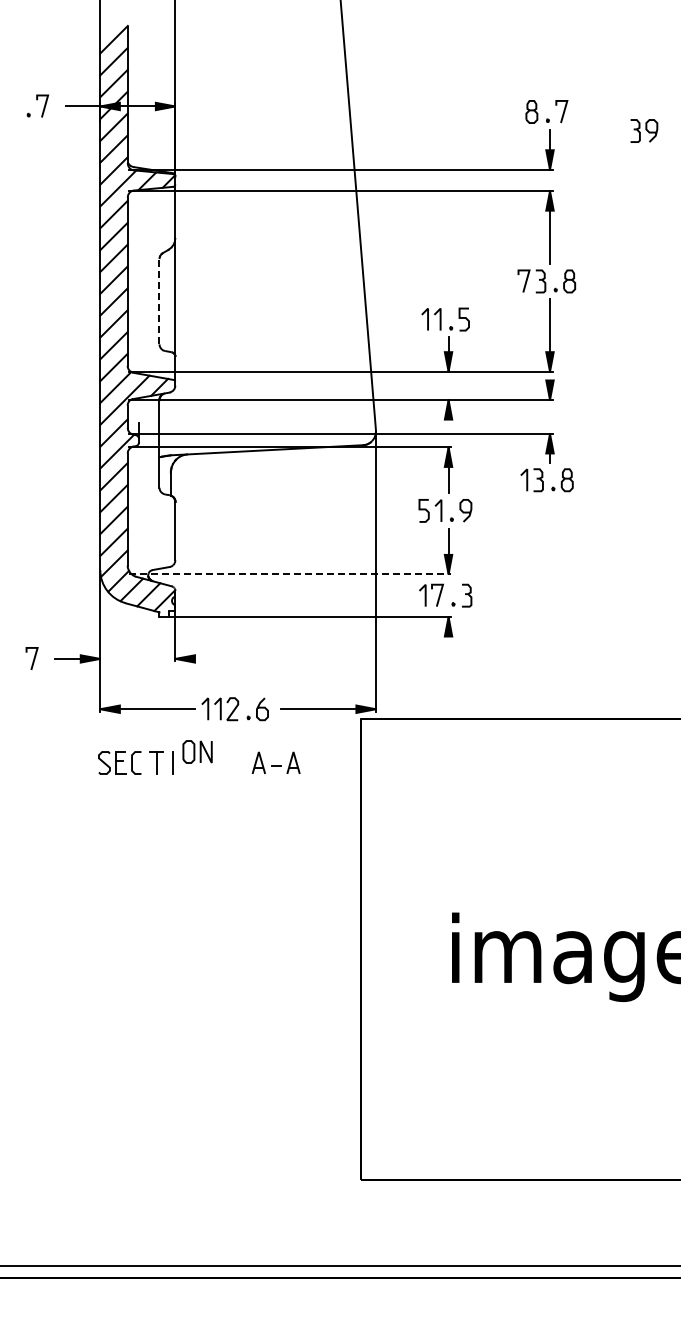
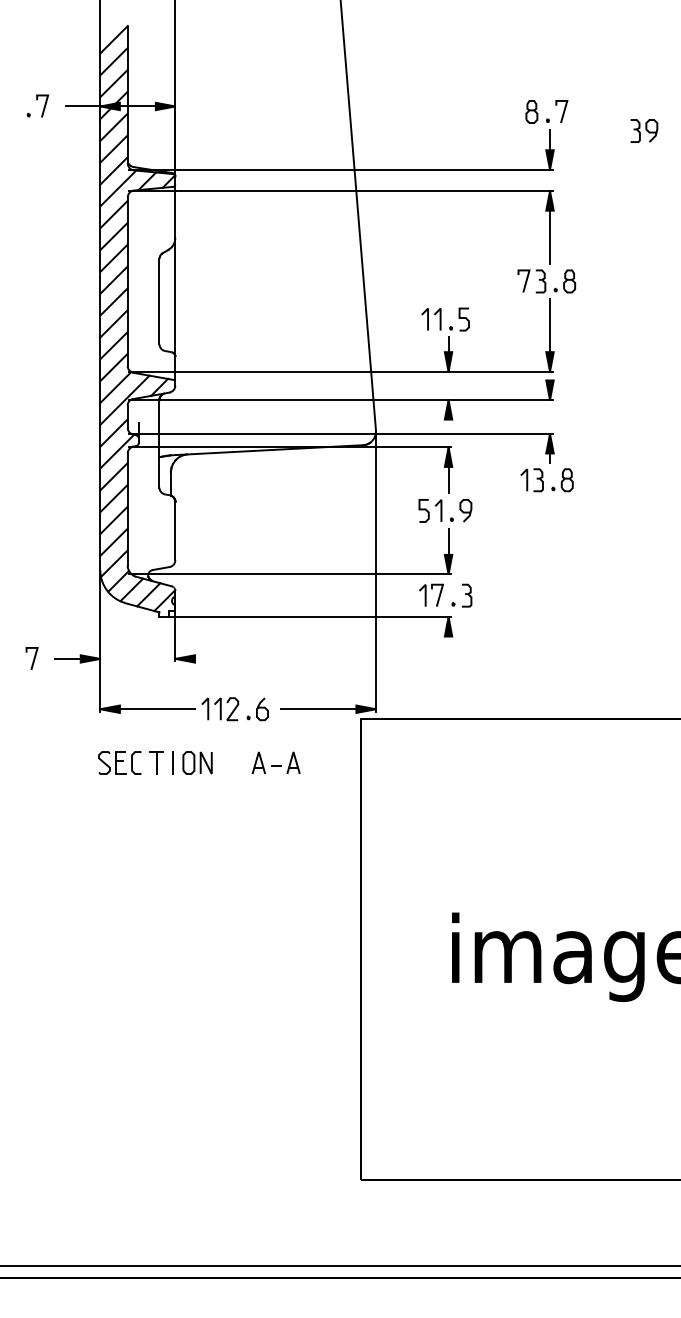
line at (159, 301): dashed -> solid
line at (290, 574): dashed -> solid
part at (197, 751) position: (197, 751) -> (197, 762)
